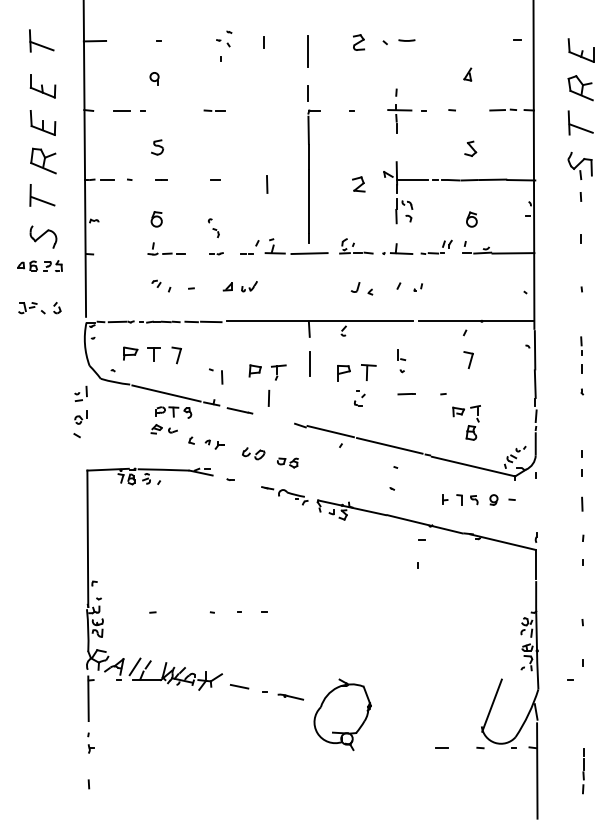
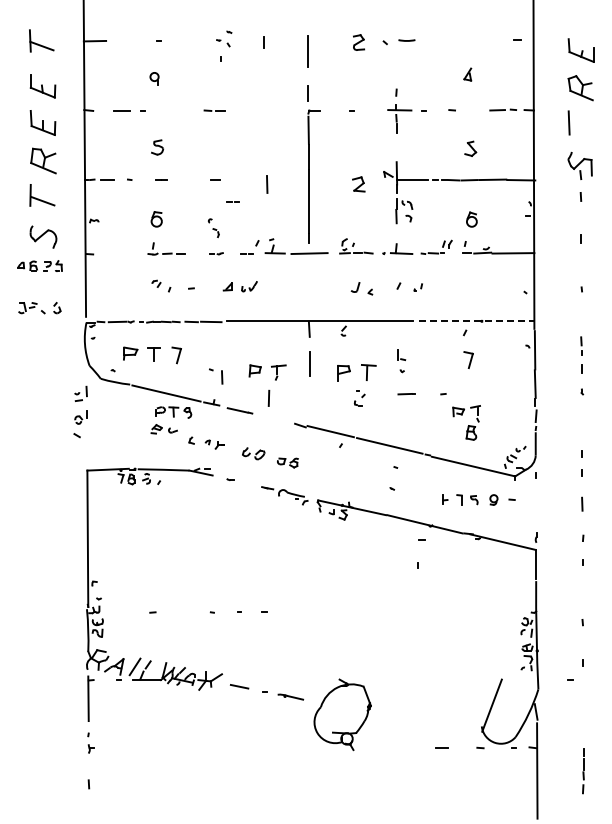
line at (580, 128): present -> none
line at (232, 201): none -> present
line at (476, 321): solid -> dashed
